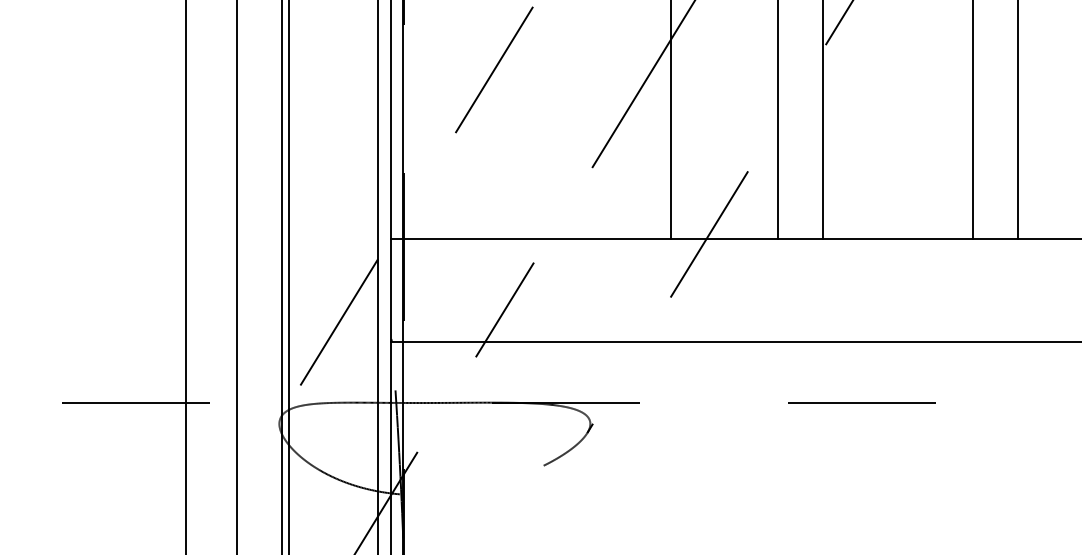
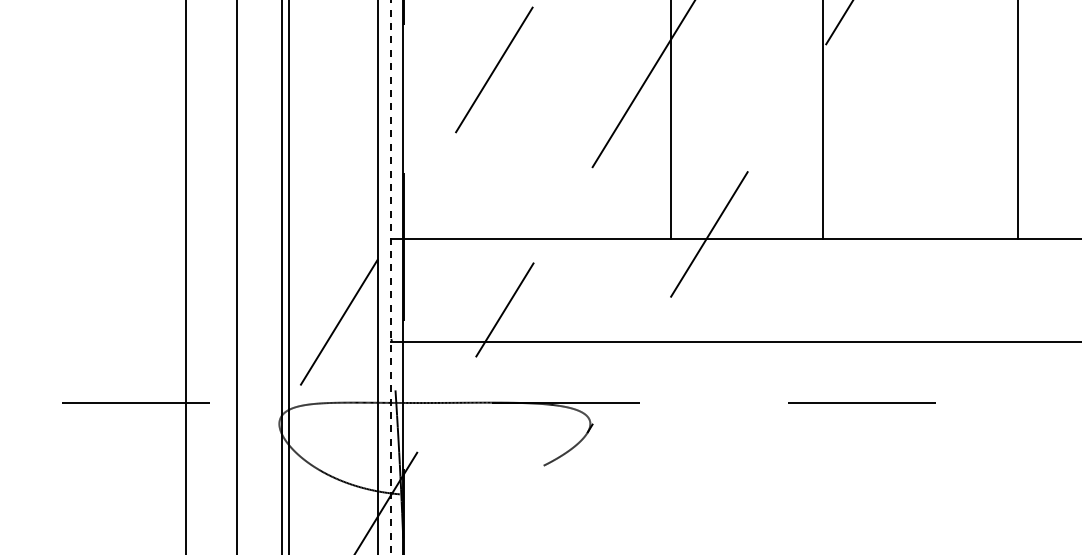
line at (777, 120): present -> none
line at (973, 120): present -> none
line at (391, 277): solid -> dashed
